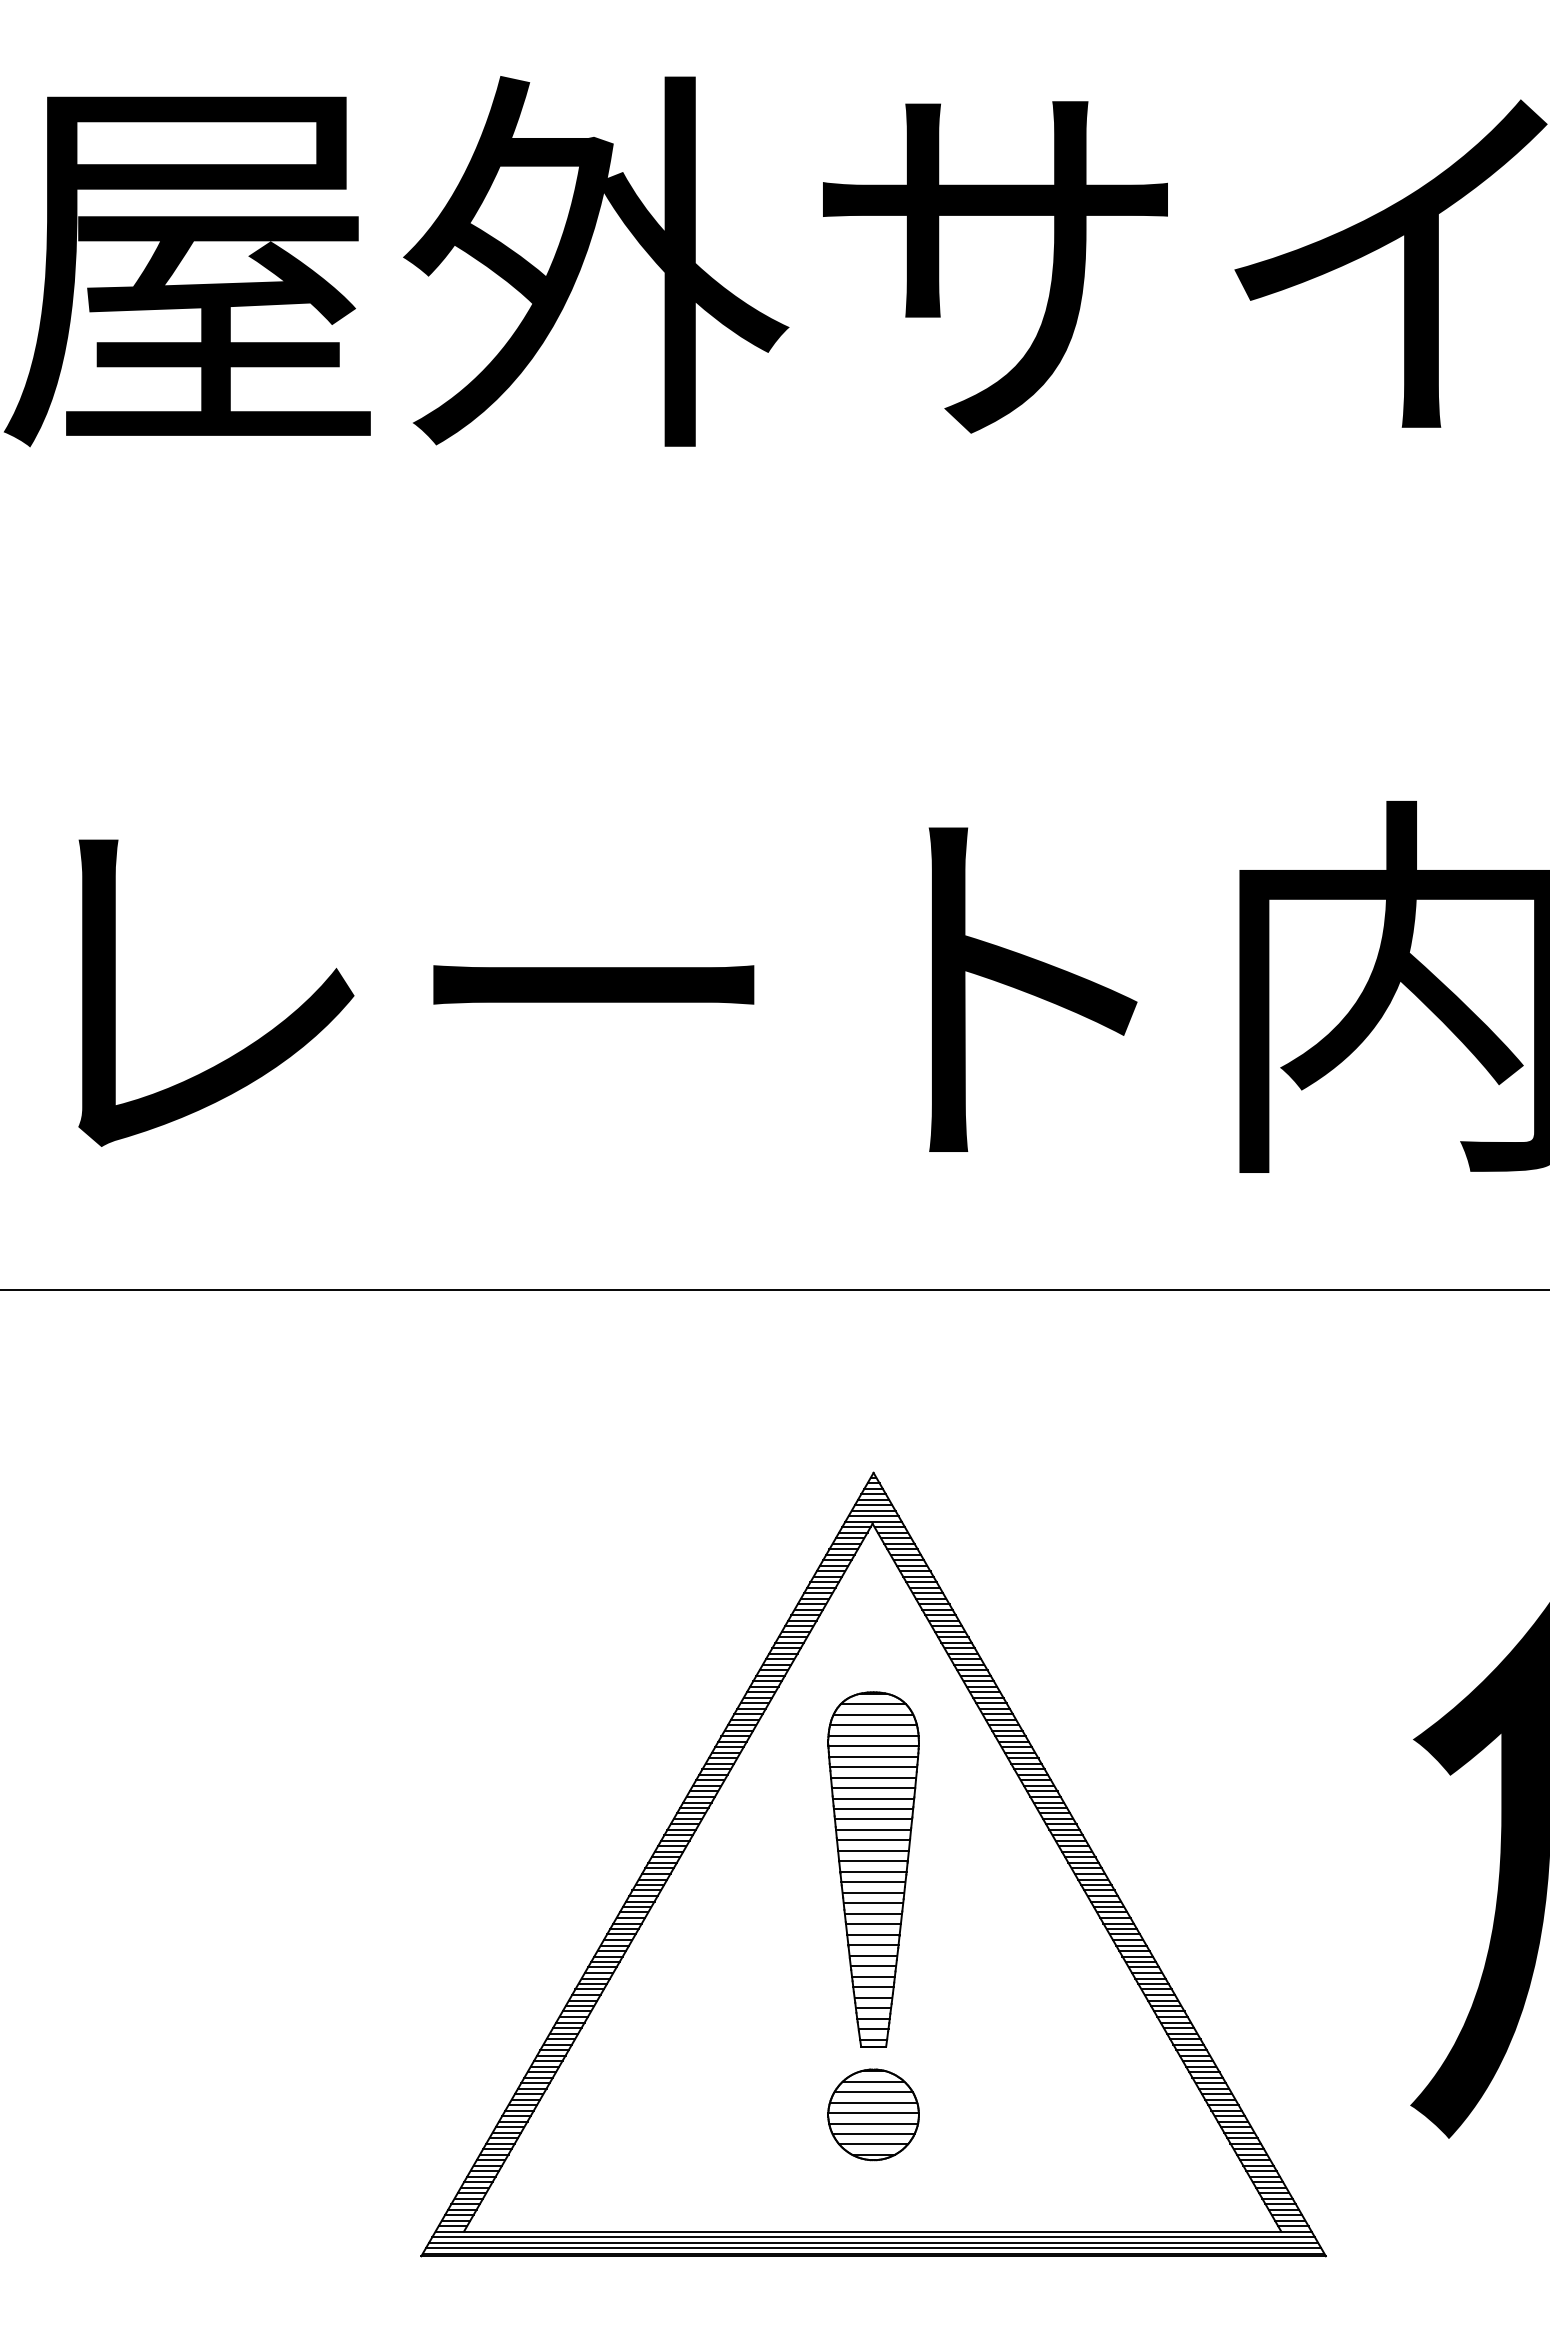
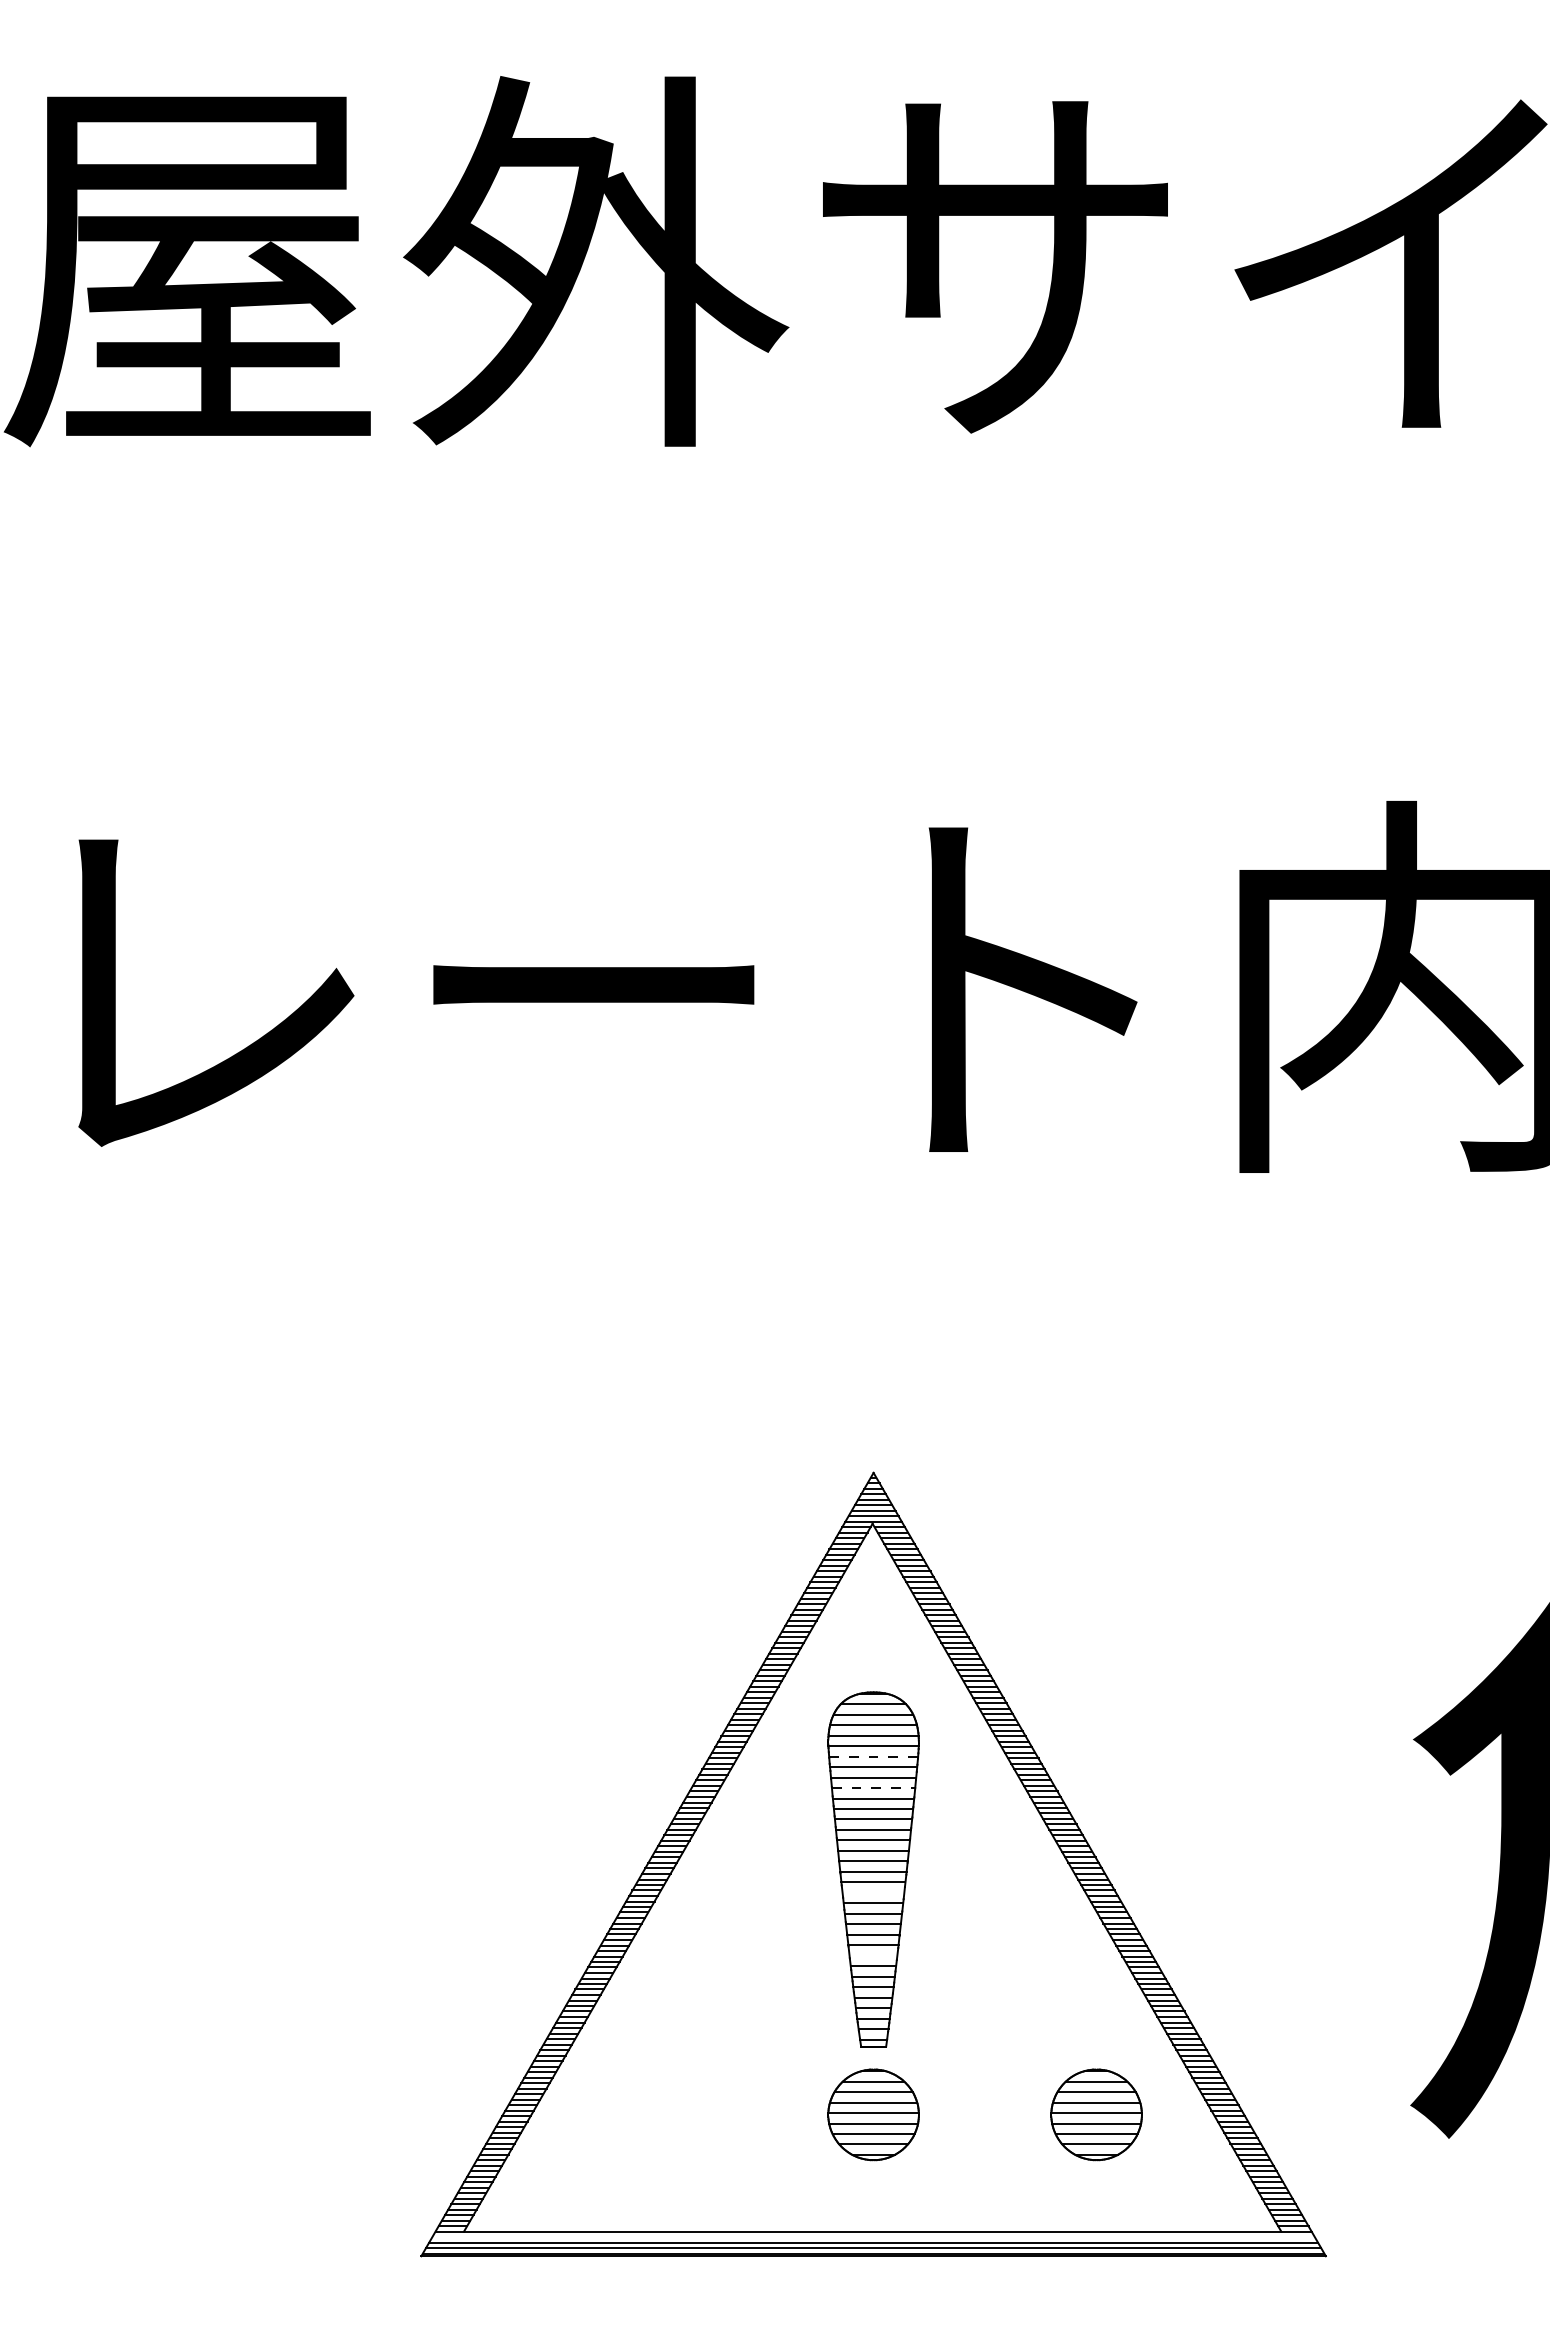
line at (774, 1289): present -> none
line at (874, 1756): solid -> dashed
line at (873, 1788): solid -> dashed
line at (873, 1892): present -> none
line at (873, 1955): present -> none
part at (1096, 2114): none -> present
line at (873, 2237): present -> none
